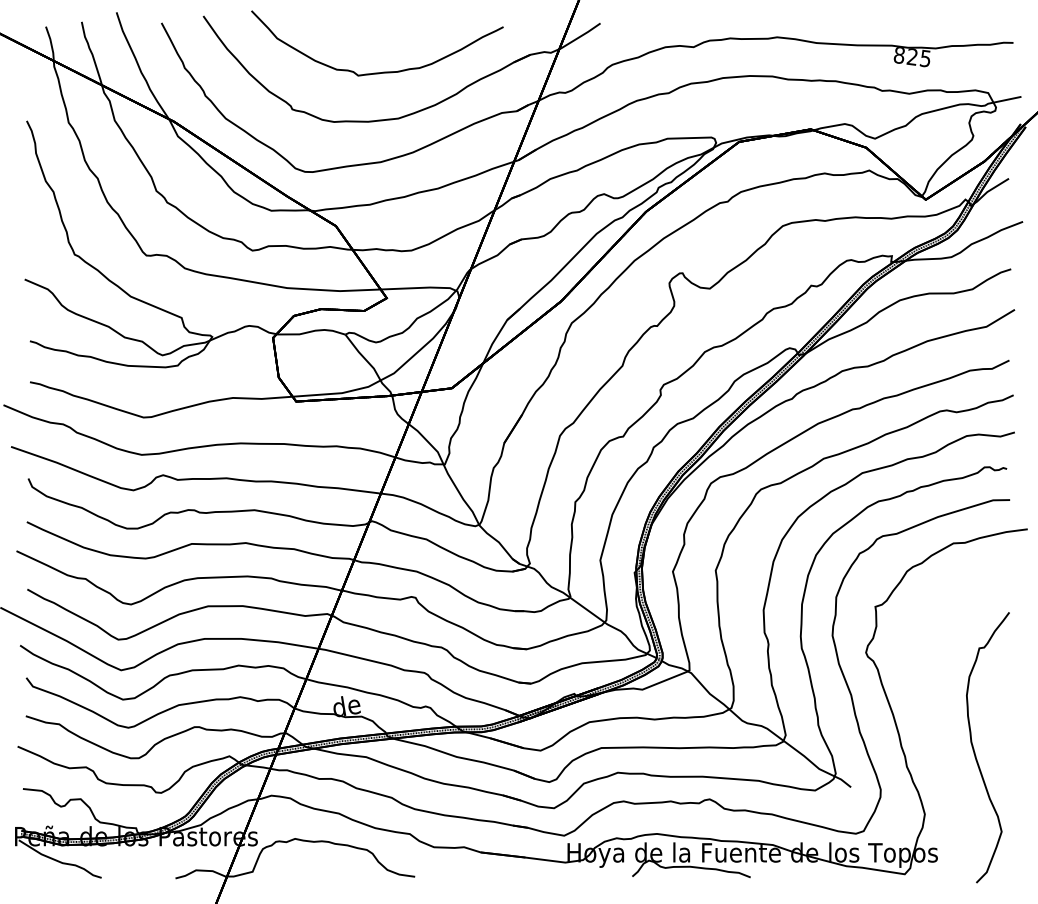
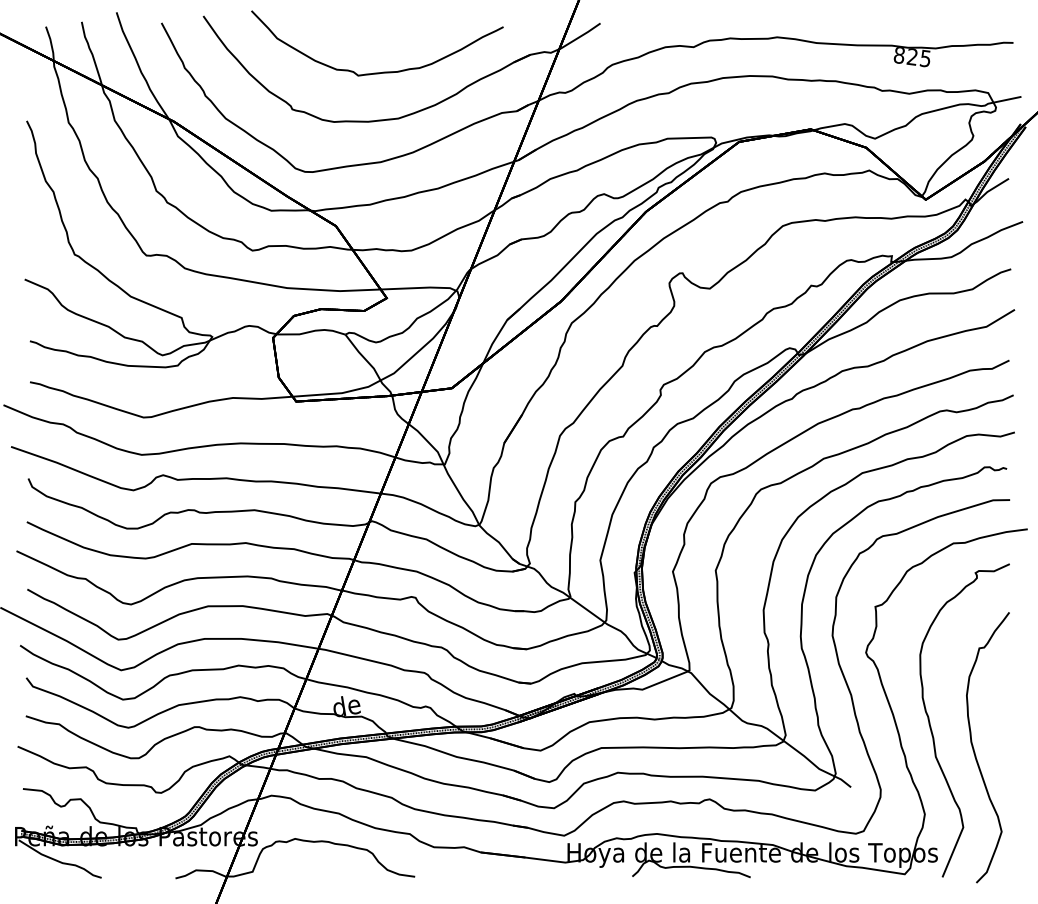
curve at (932, 730): none -> present
